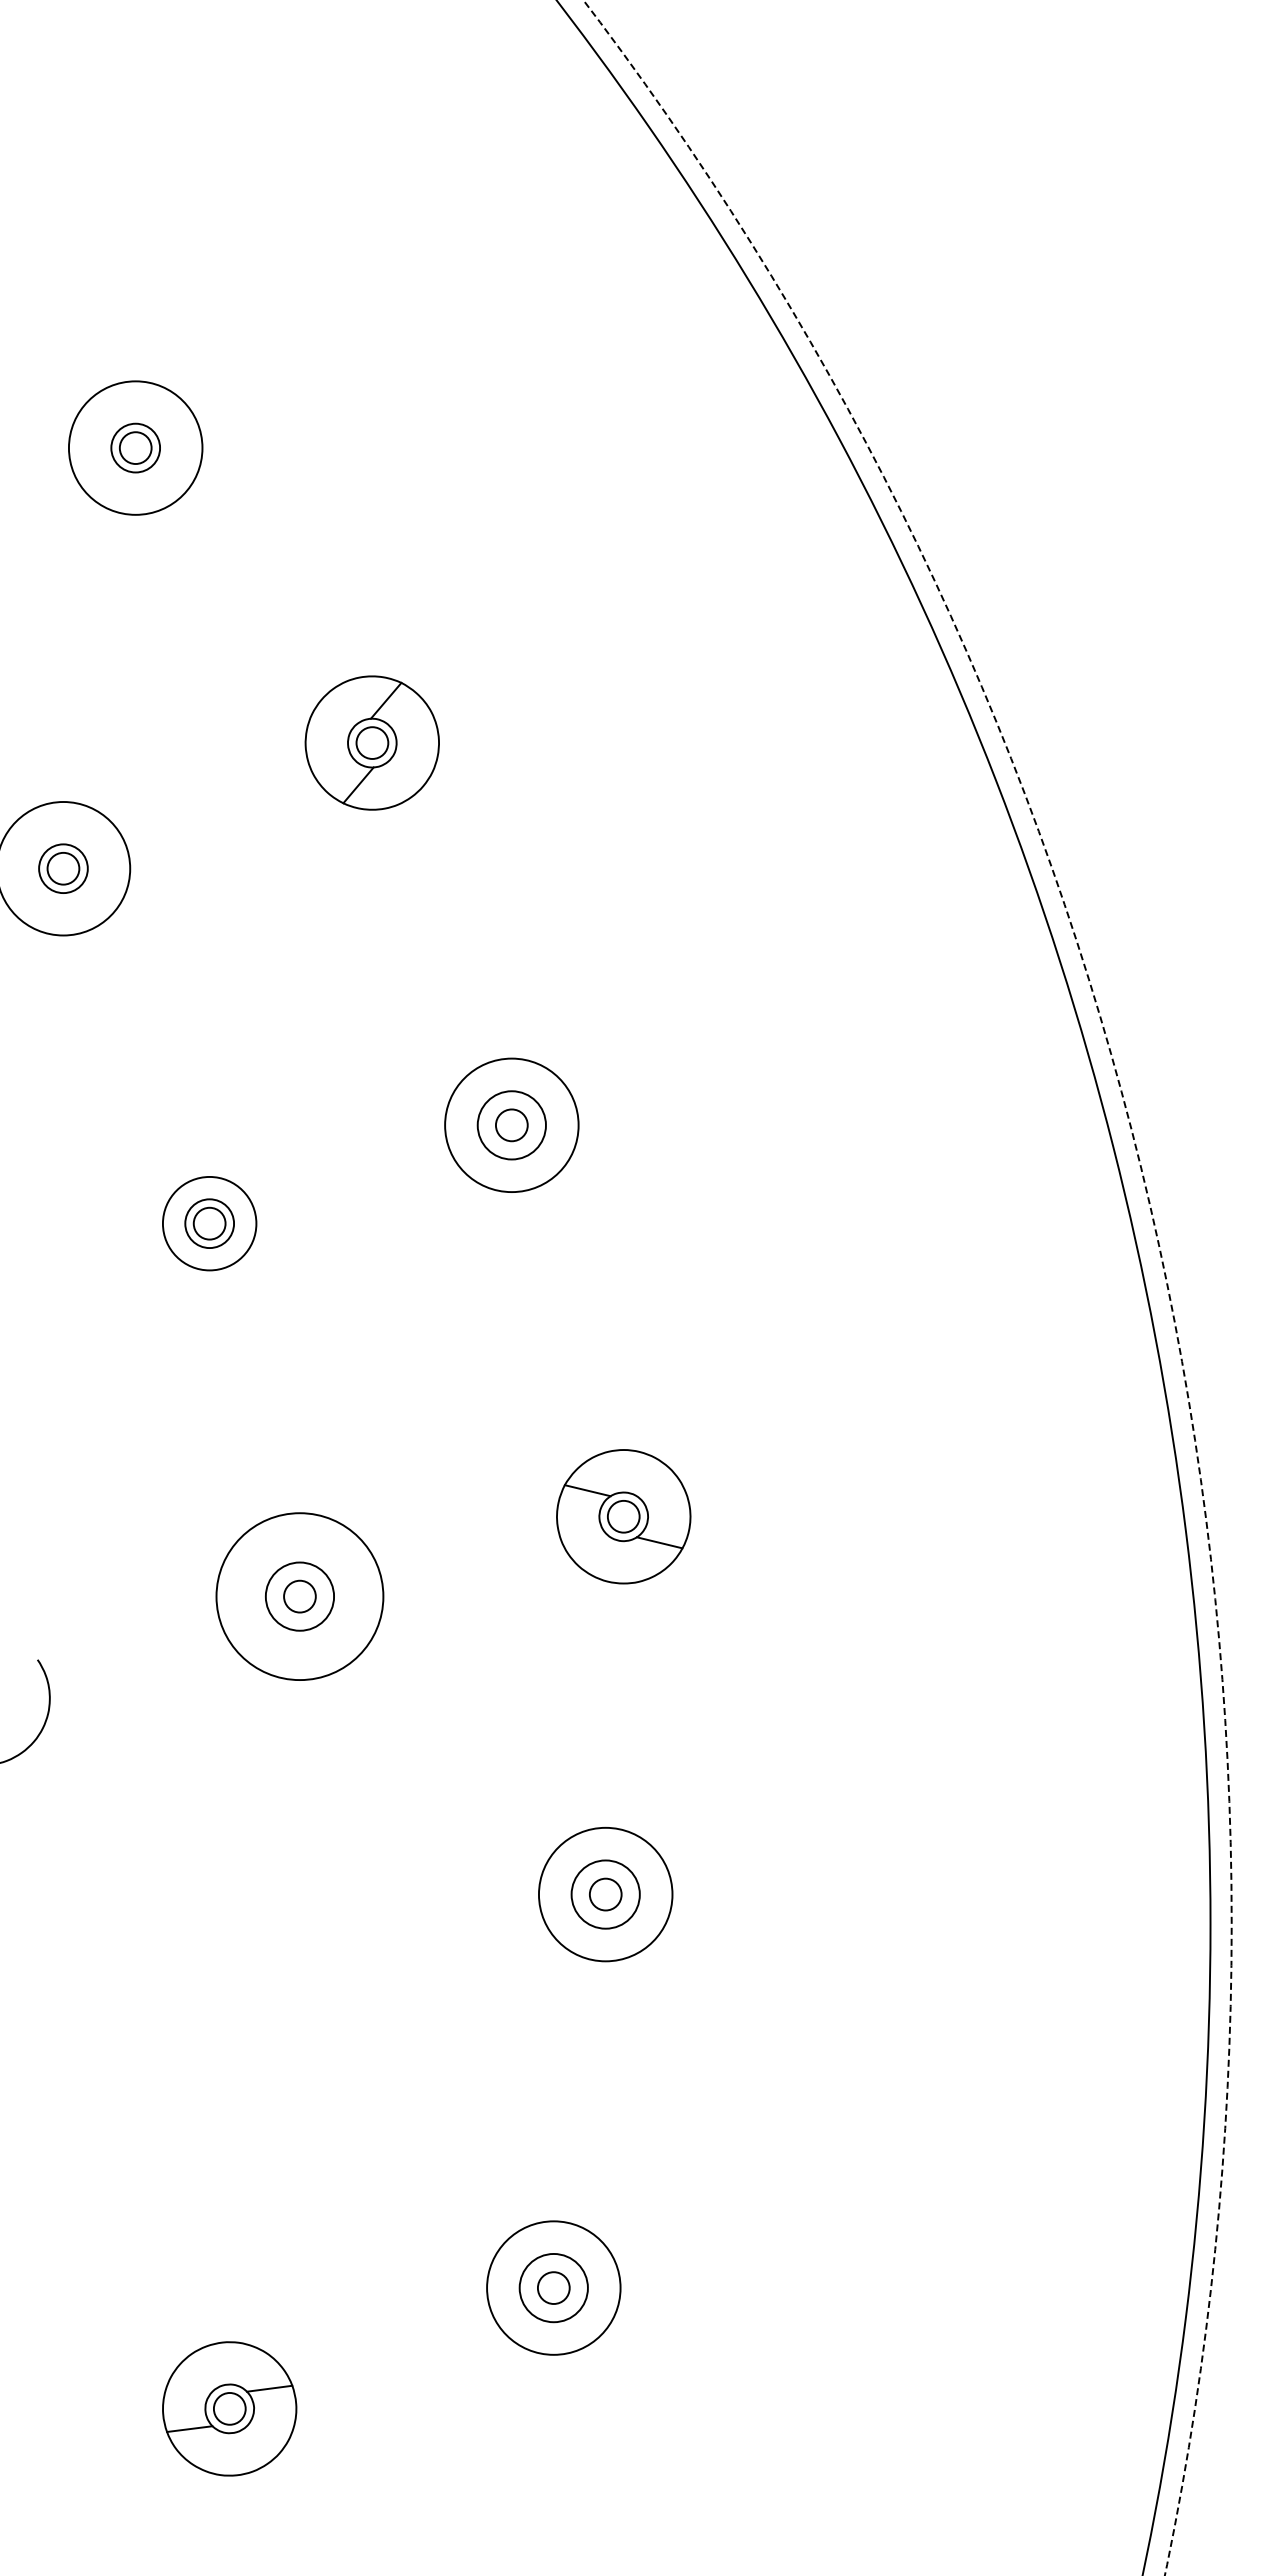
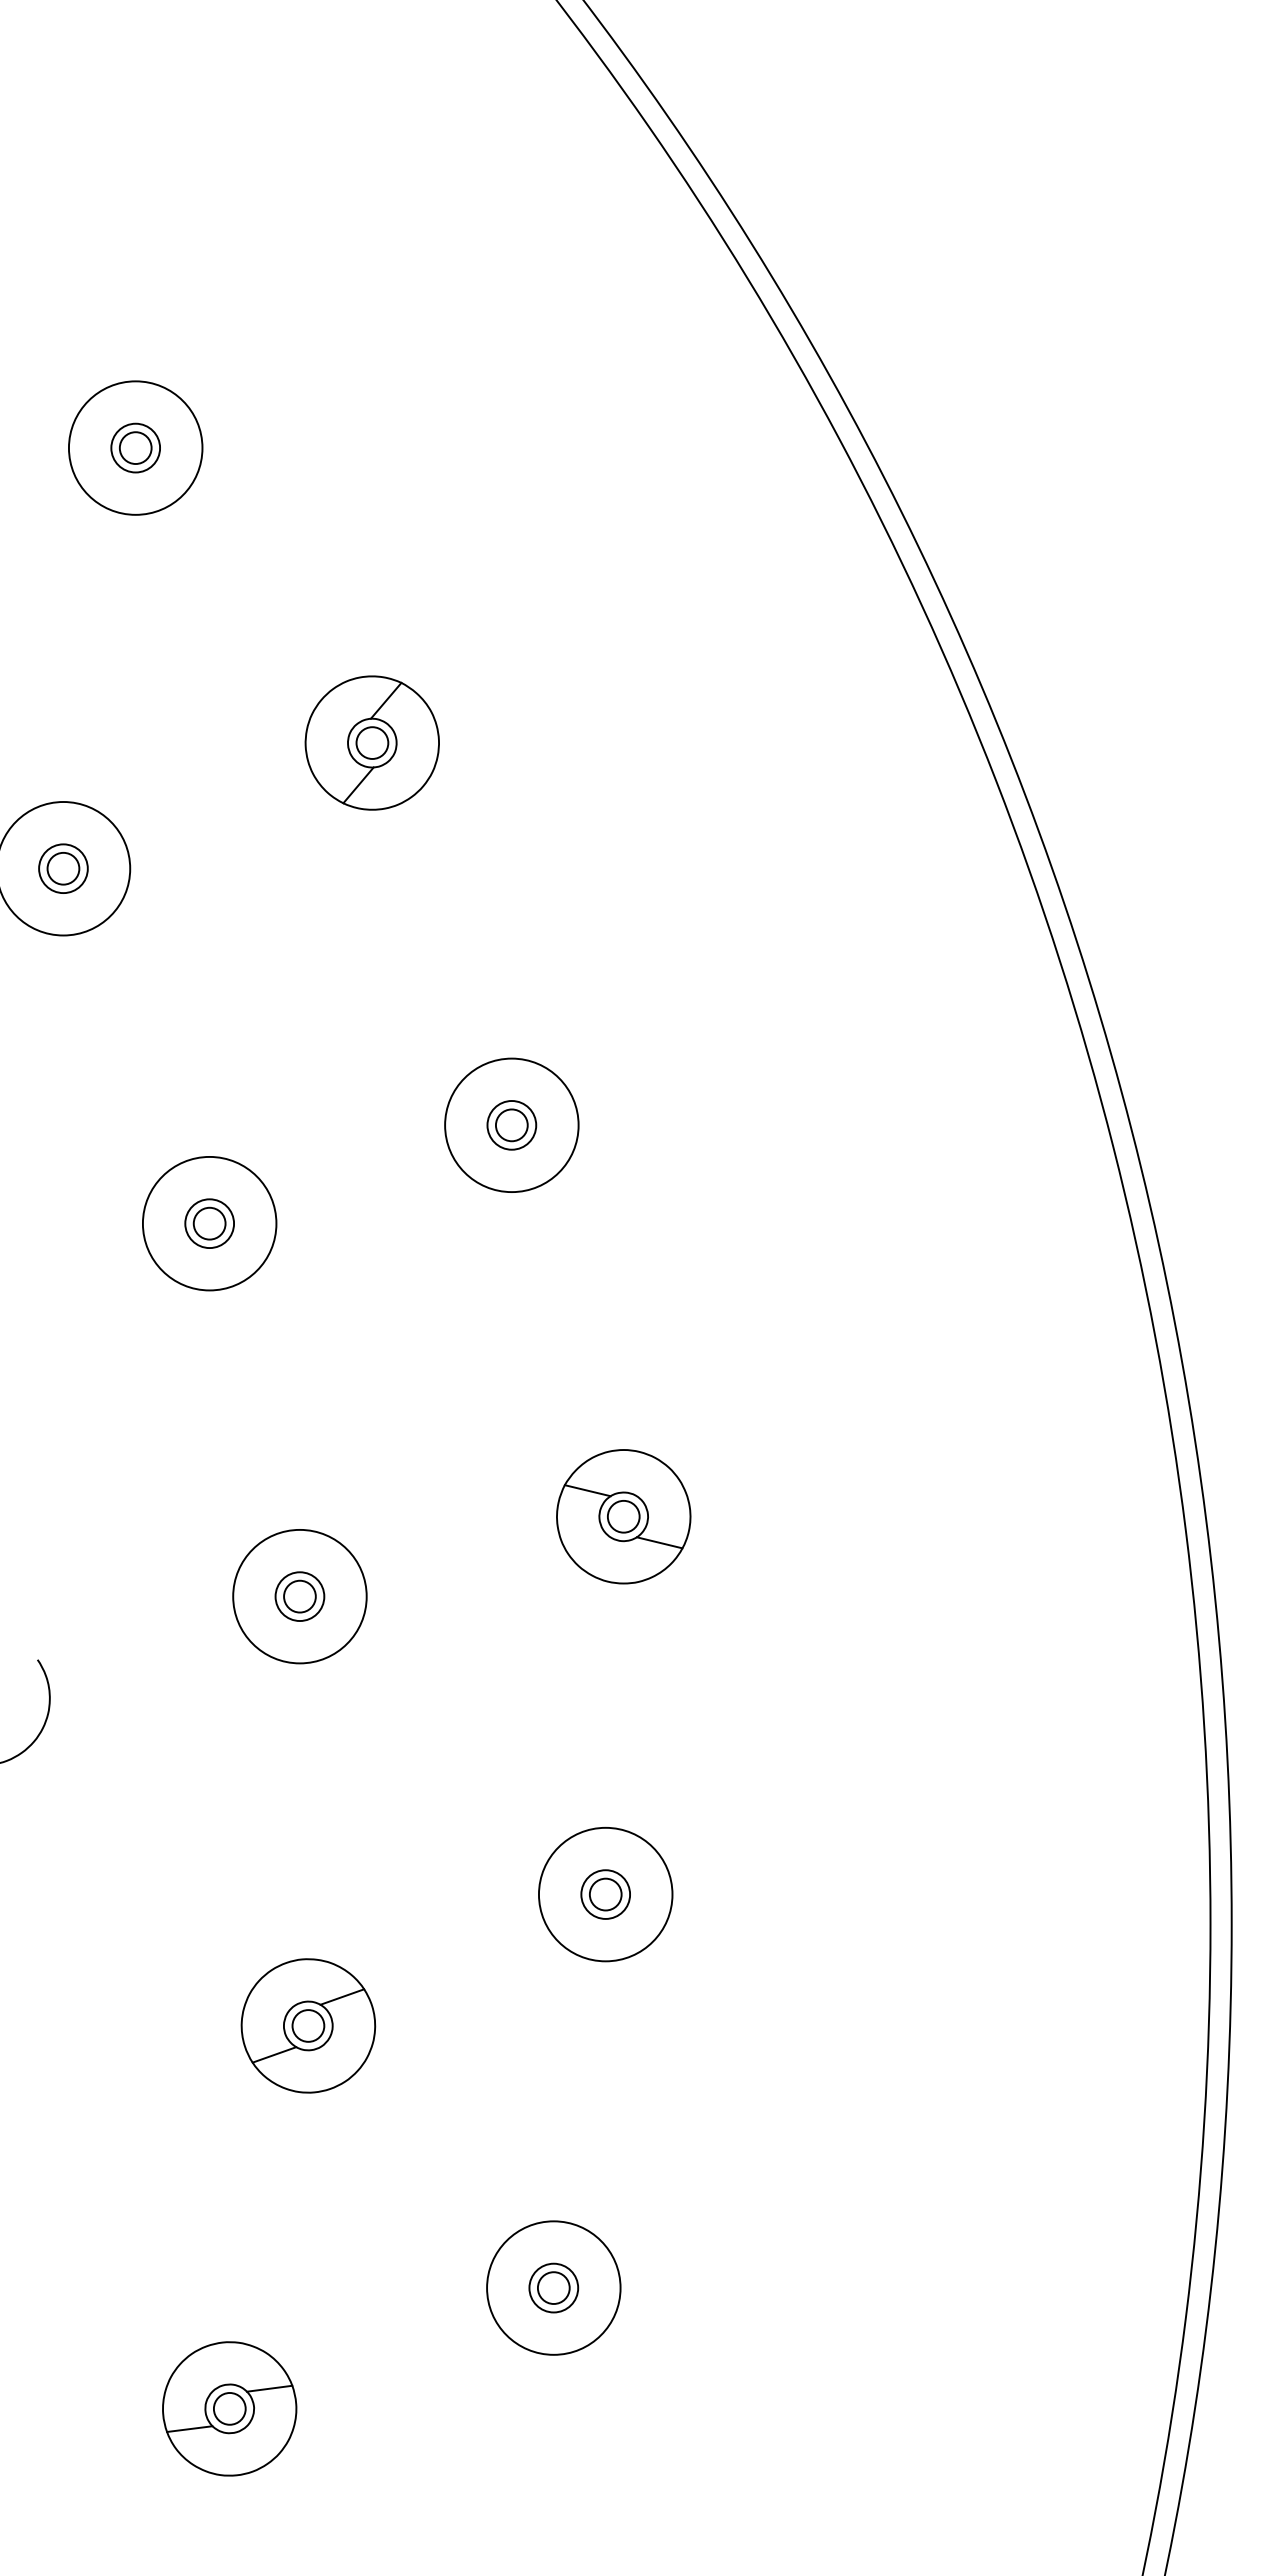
circle at (511, 1125) diameter: 68 px -> 49 px
arc at (1153, 1221): dashed -> solid
circle at (209, 1223) diameter: 93 px -> 134 px
circle at (299, 1596) diameter: 167 px -> 134 px
circle at (299, 1596) diameter: 68 px -> 49 px
circle at (605, 1894) diameter: 68 px -> 49 px
part at (308, 2025): none -> present
circle at (553, 2287) diameter: 68 px -> 49 px
